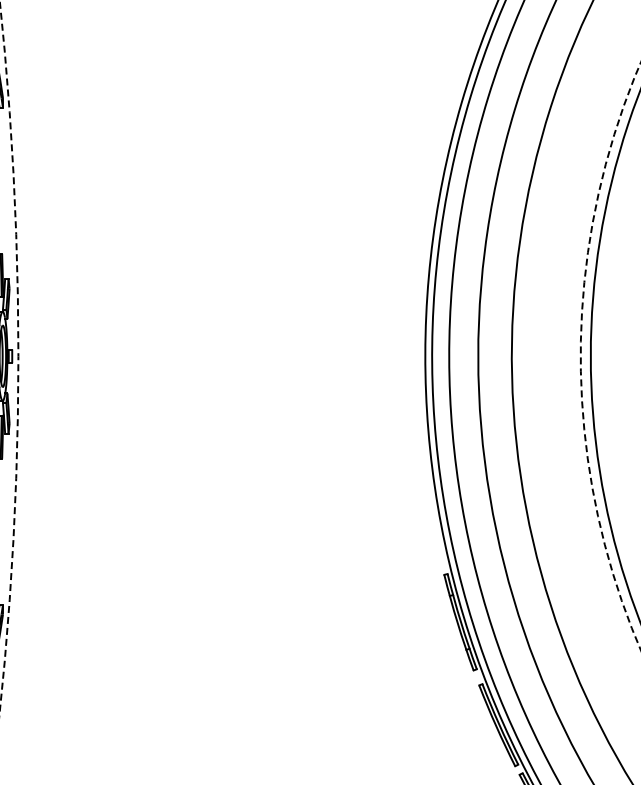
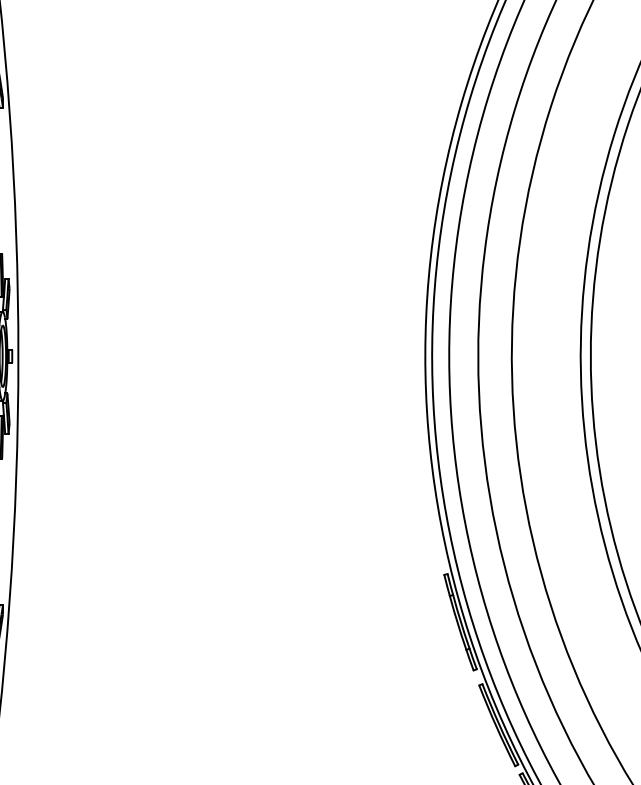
arc at (18, 356): dashed -> solid
arc at (580, 358): dashed -> solid
